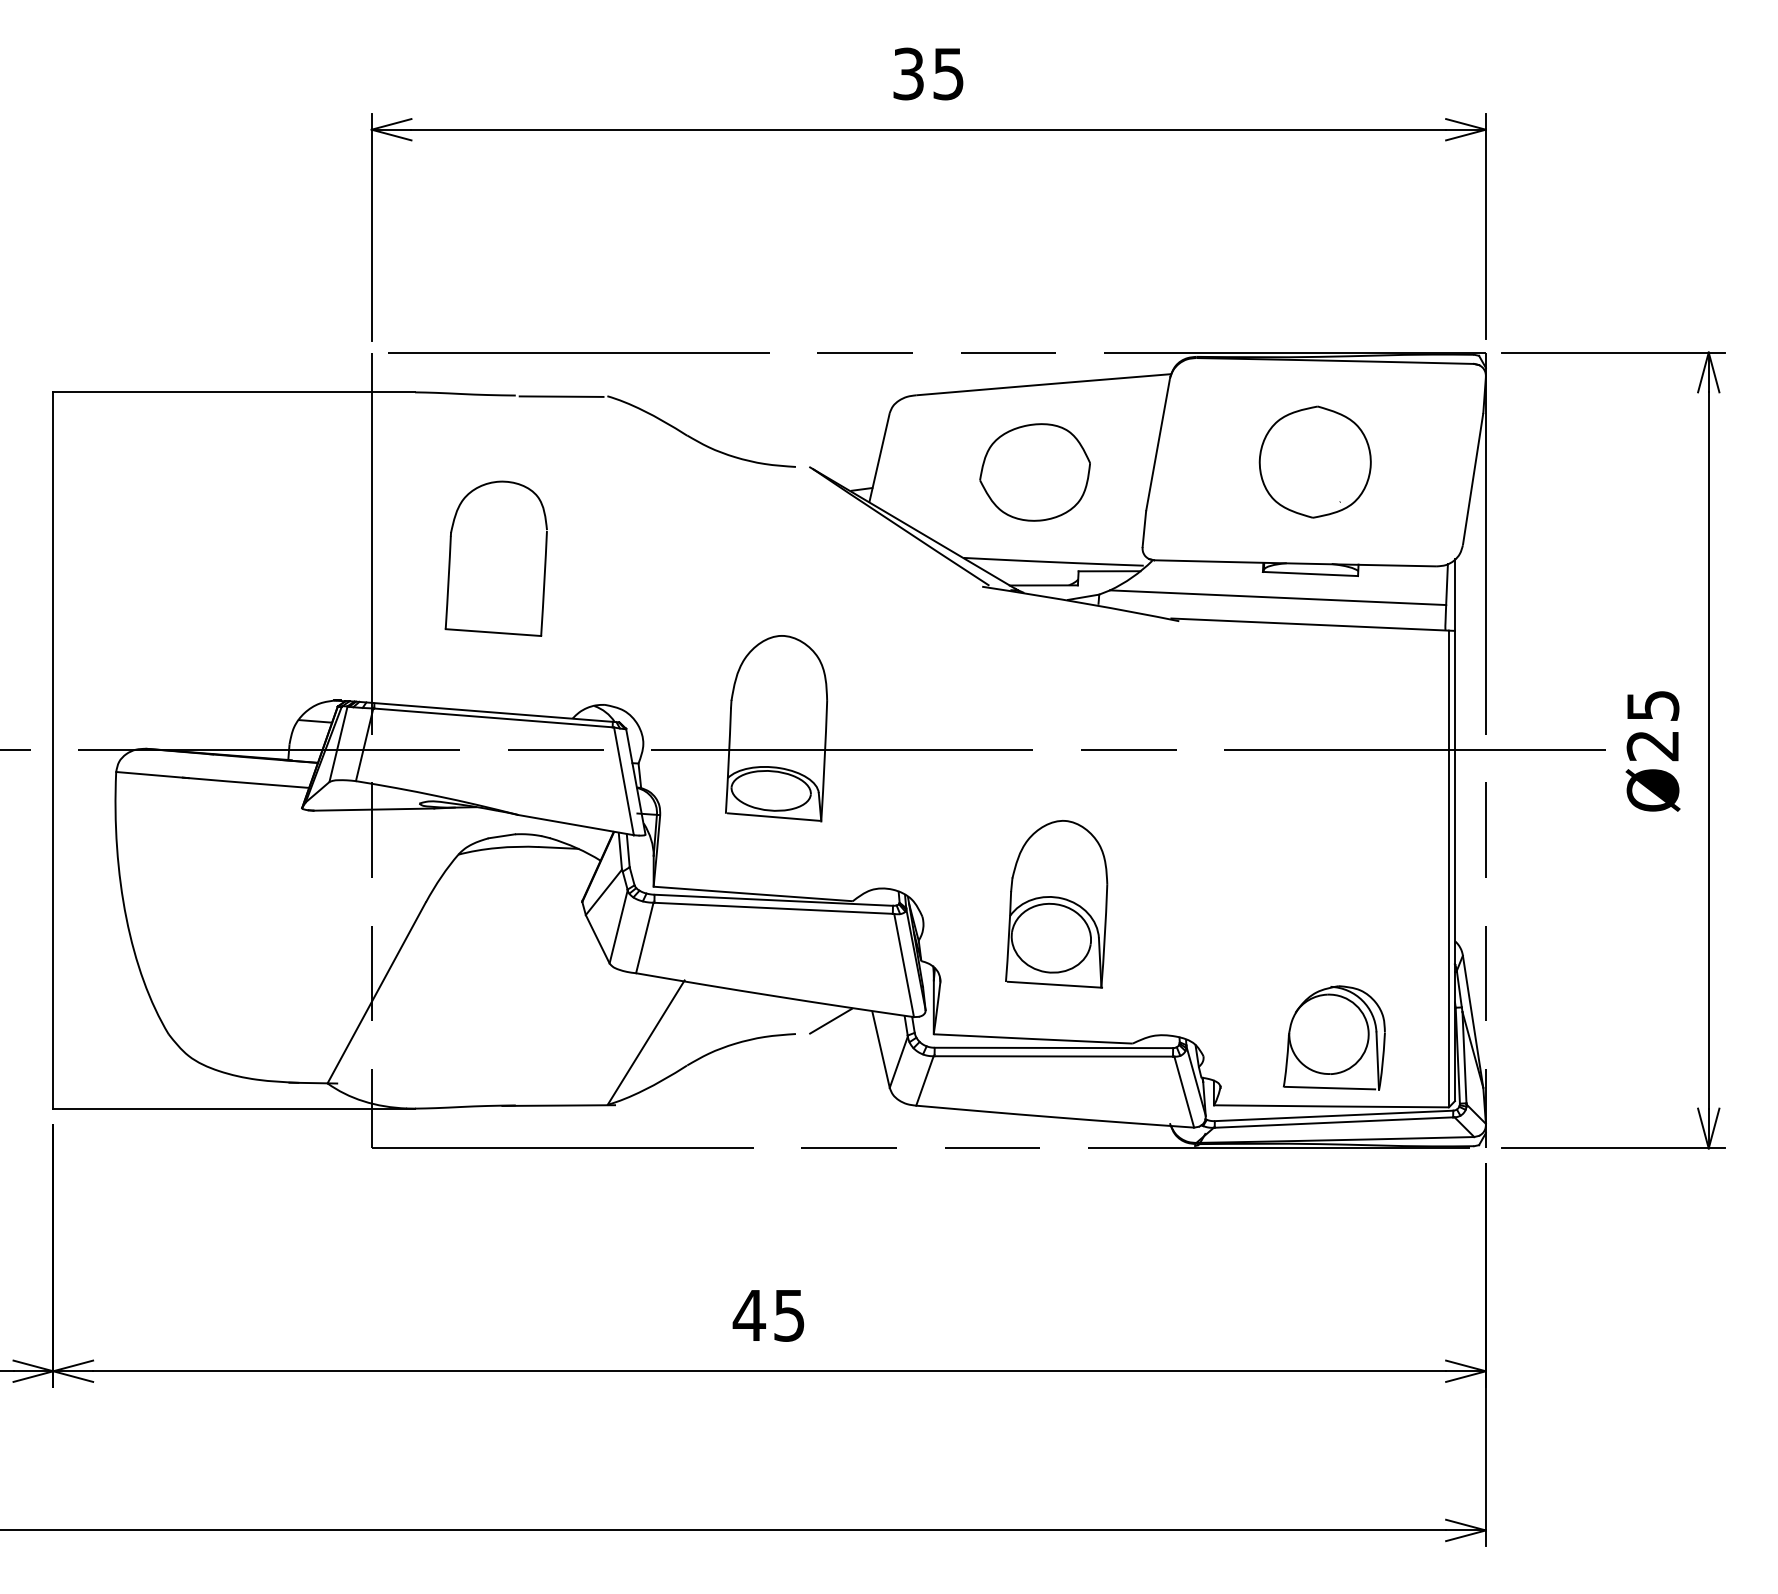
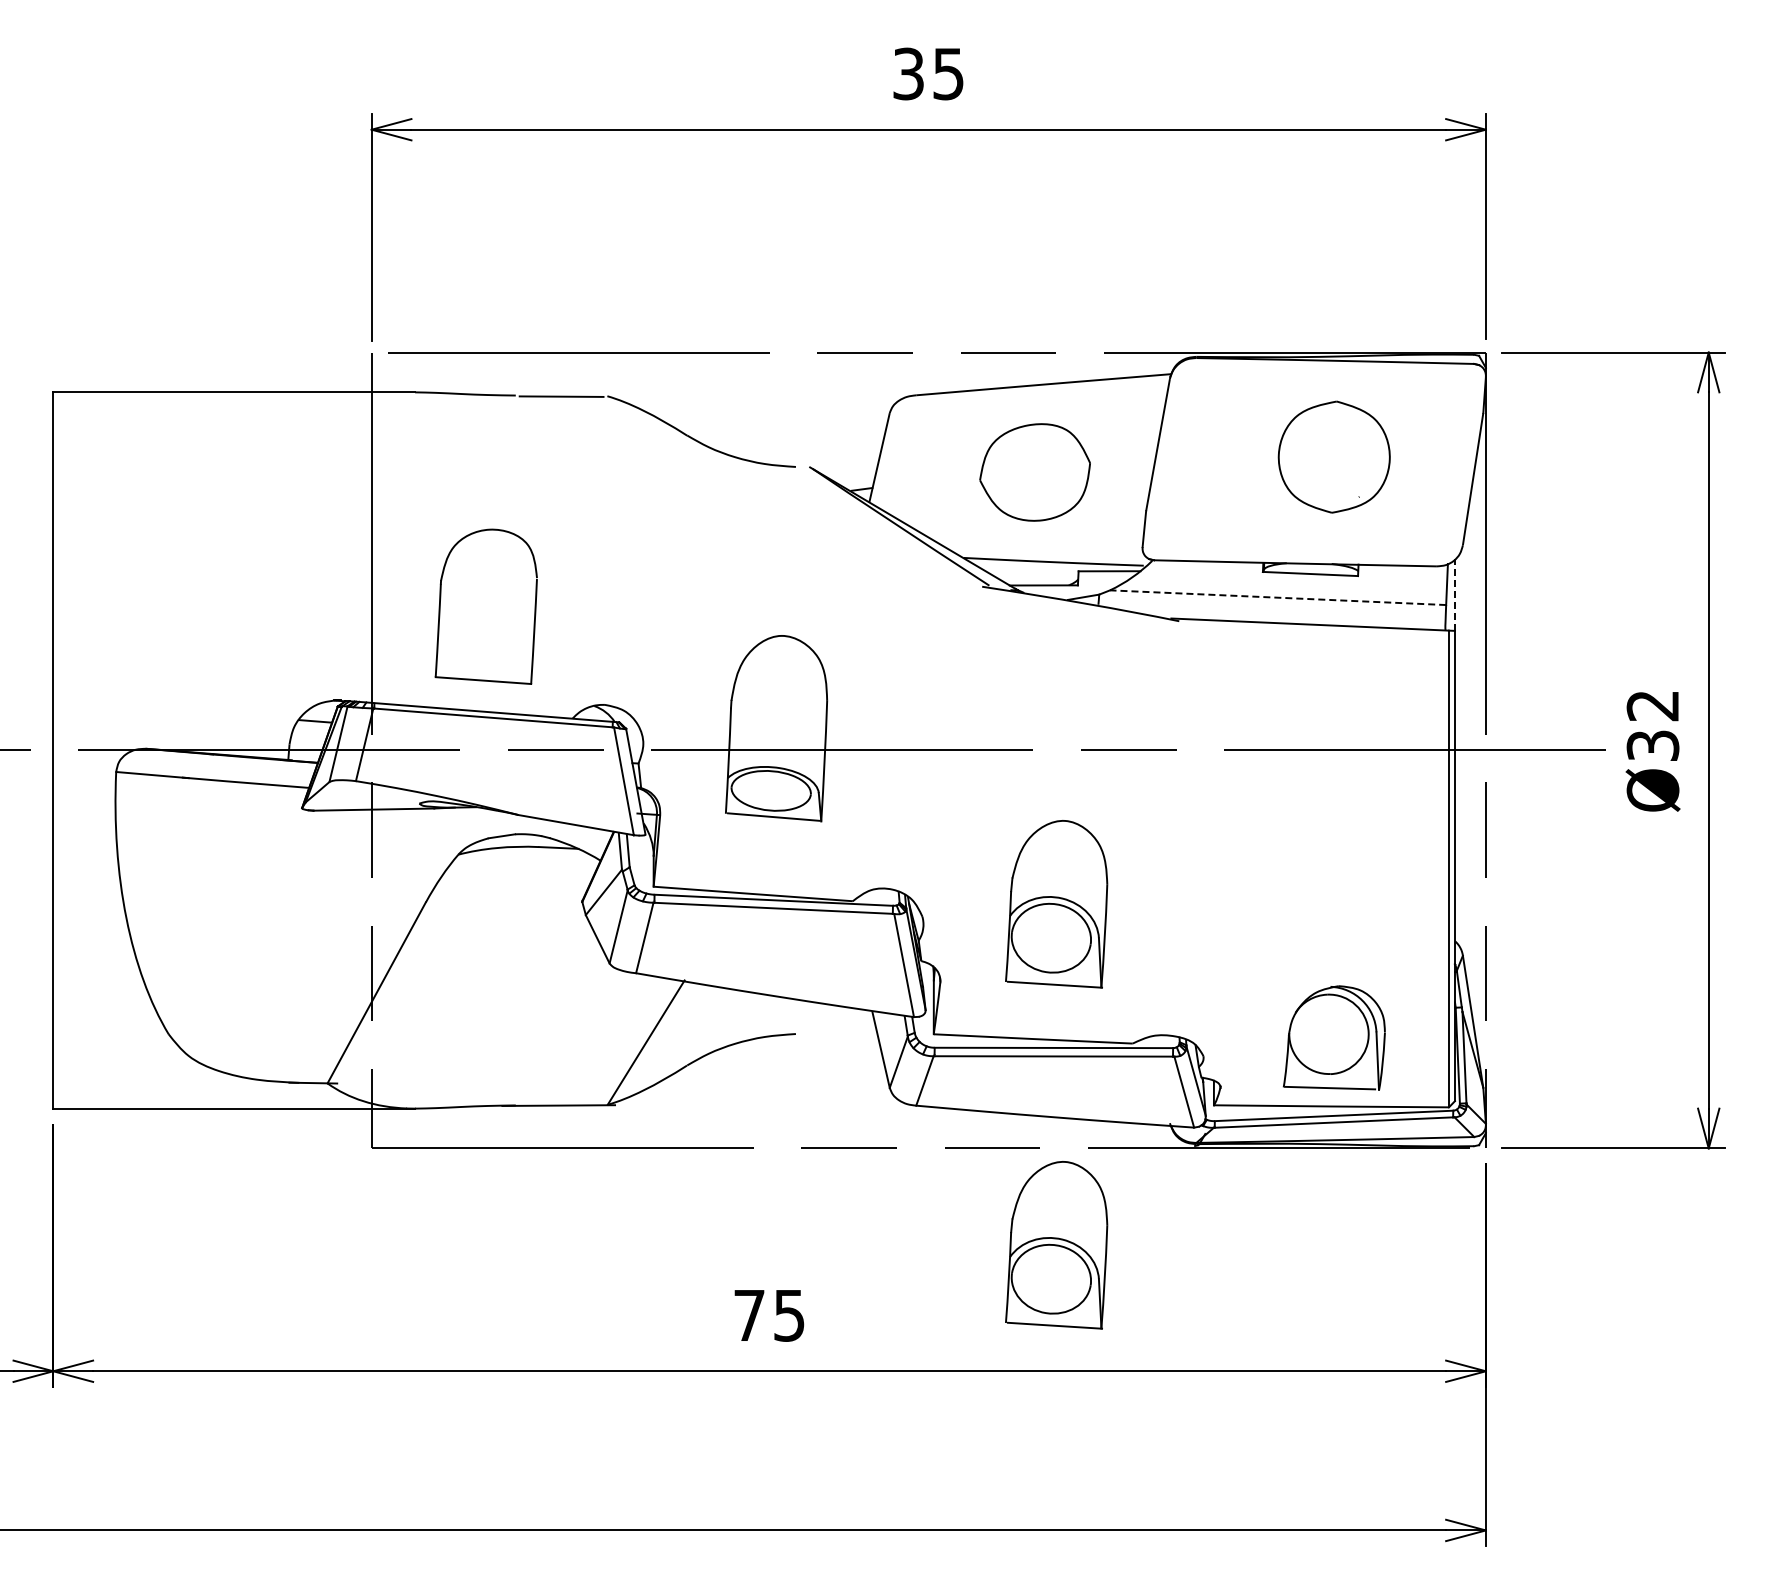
part at (1314, 461) position: (1314, 461) -> (1333, 456)
part at (495, 558) position: (495, 558) -> (485, 606)
line at (1455, 595): solid -> dashed
line at (1277, 597): solid -> dashed
text at (1652, 726): Ø25 -> Ø32
line at (830, 1020): present -> none
part at (1056, 1245): none -> present
text at (749, 1315): 45 -> 75
